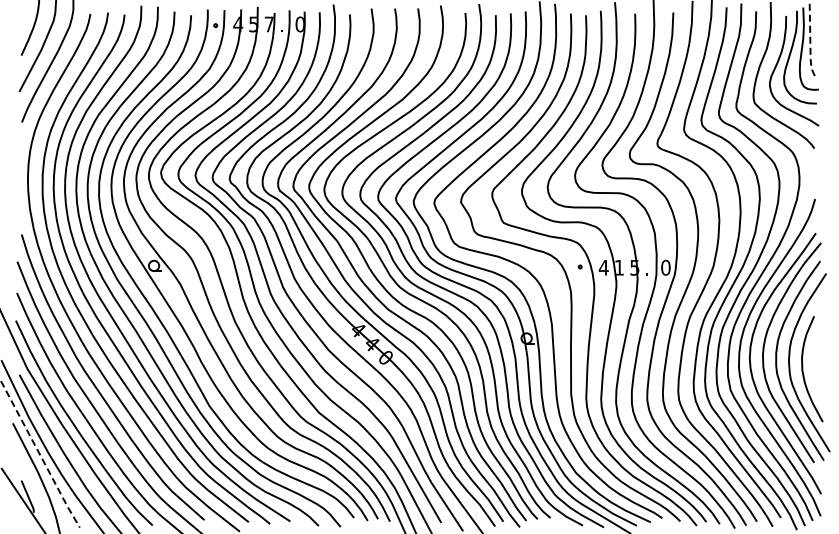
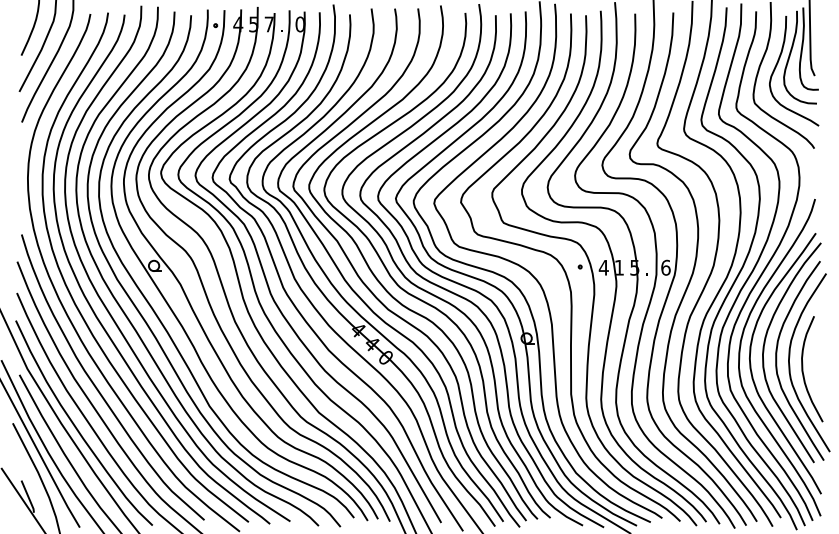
line at (810, 39): dashed -> solid
text at (665, 267): 0 -> 6
line at (40, 454): dashed -> solid
